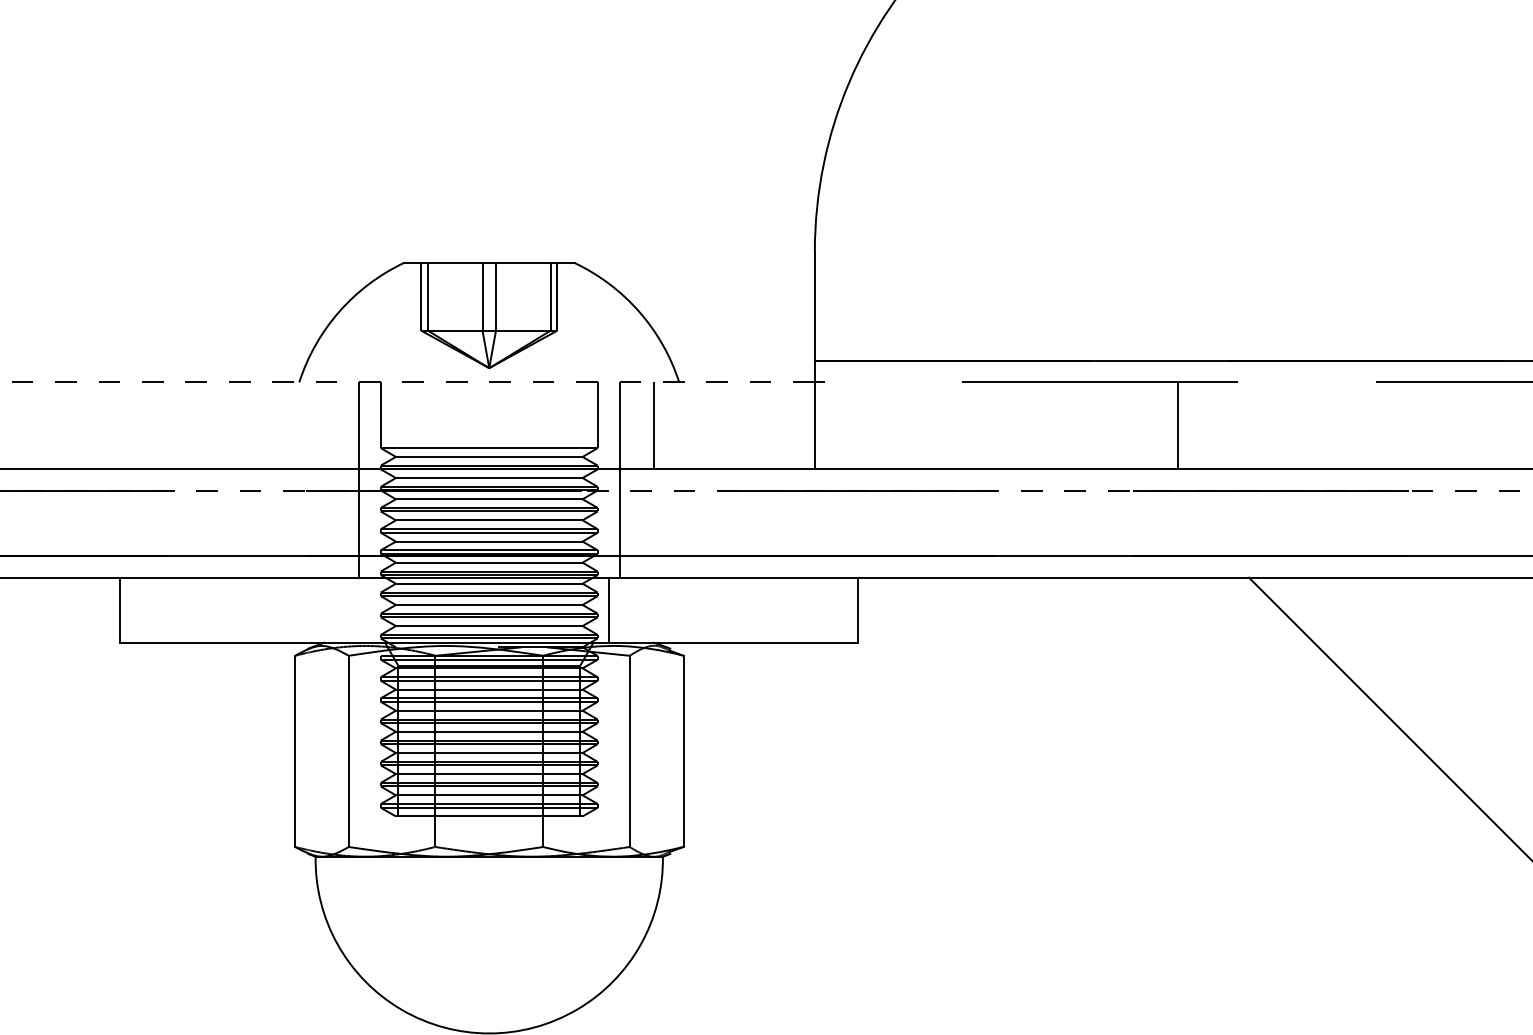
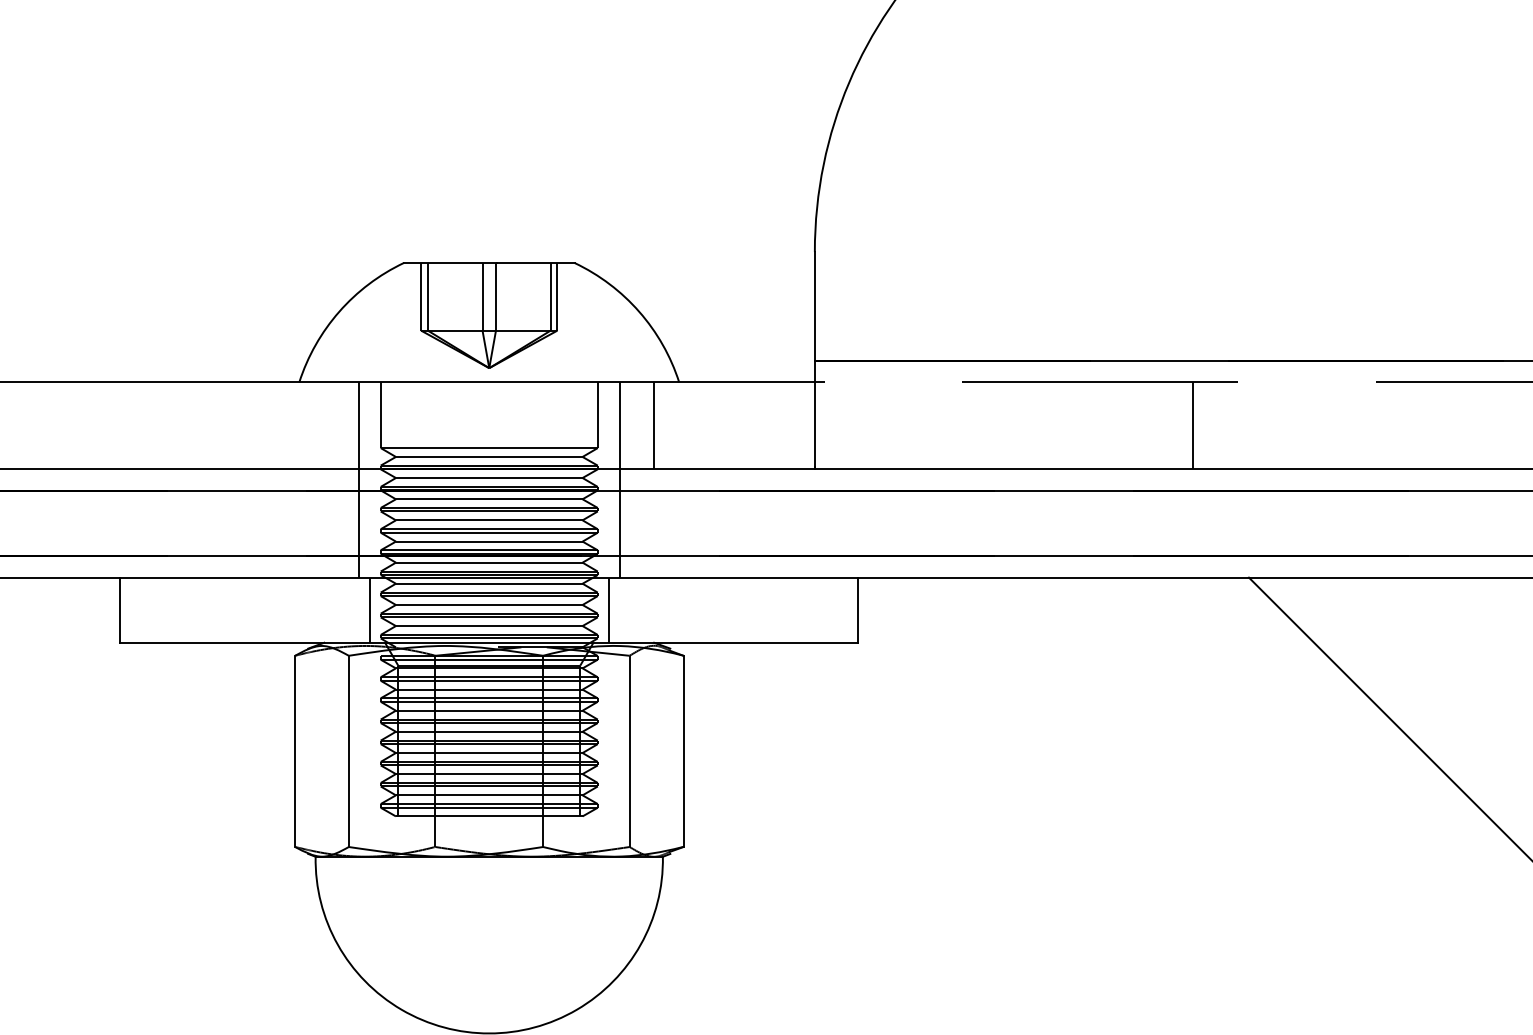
line at (407, 382): dashed -> solid
line at (1177, 425) position: (1177, 425) -> (1192, 425)
line at (766, 490): dashed -> solid
line at (369, 609): none -> present
